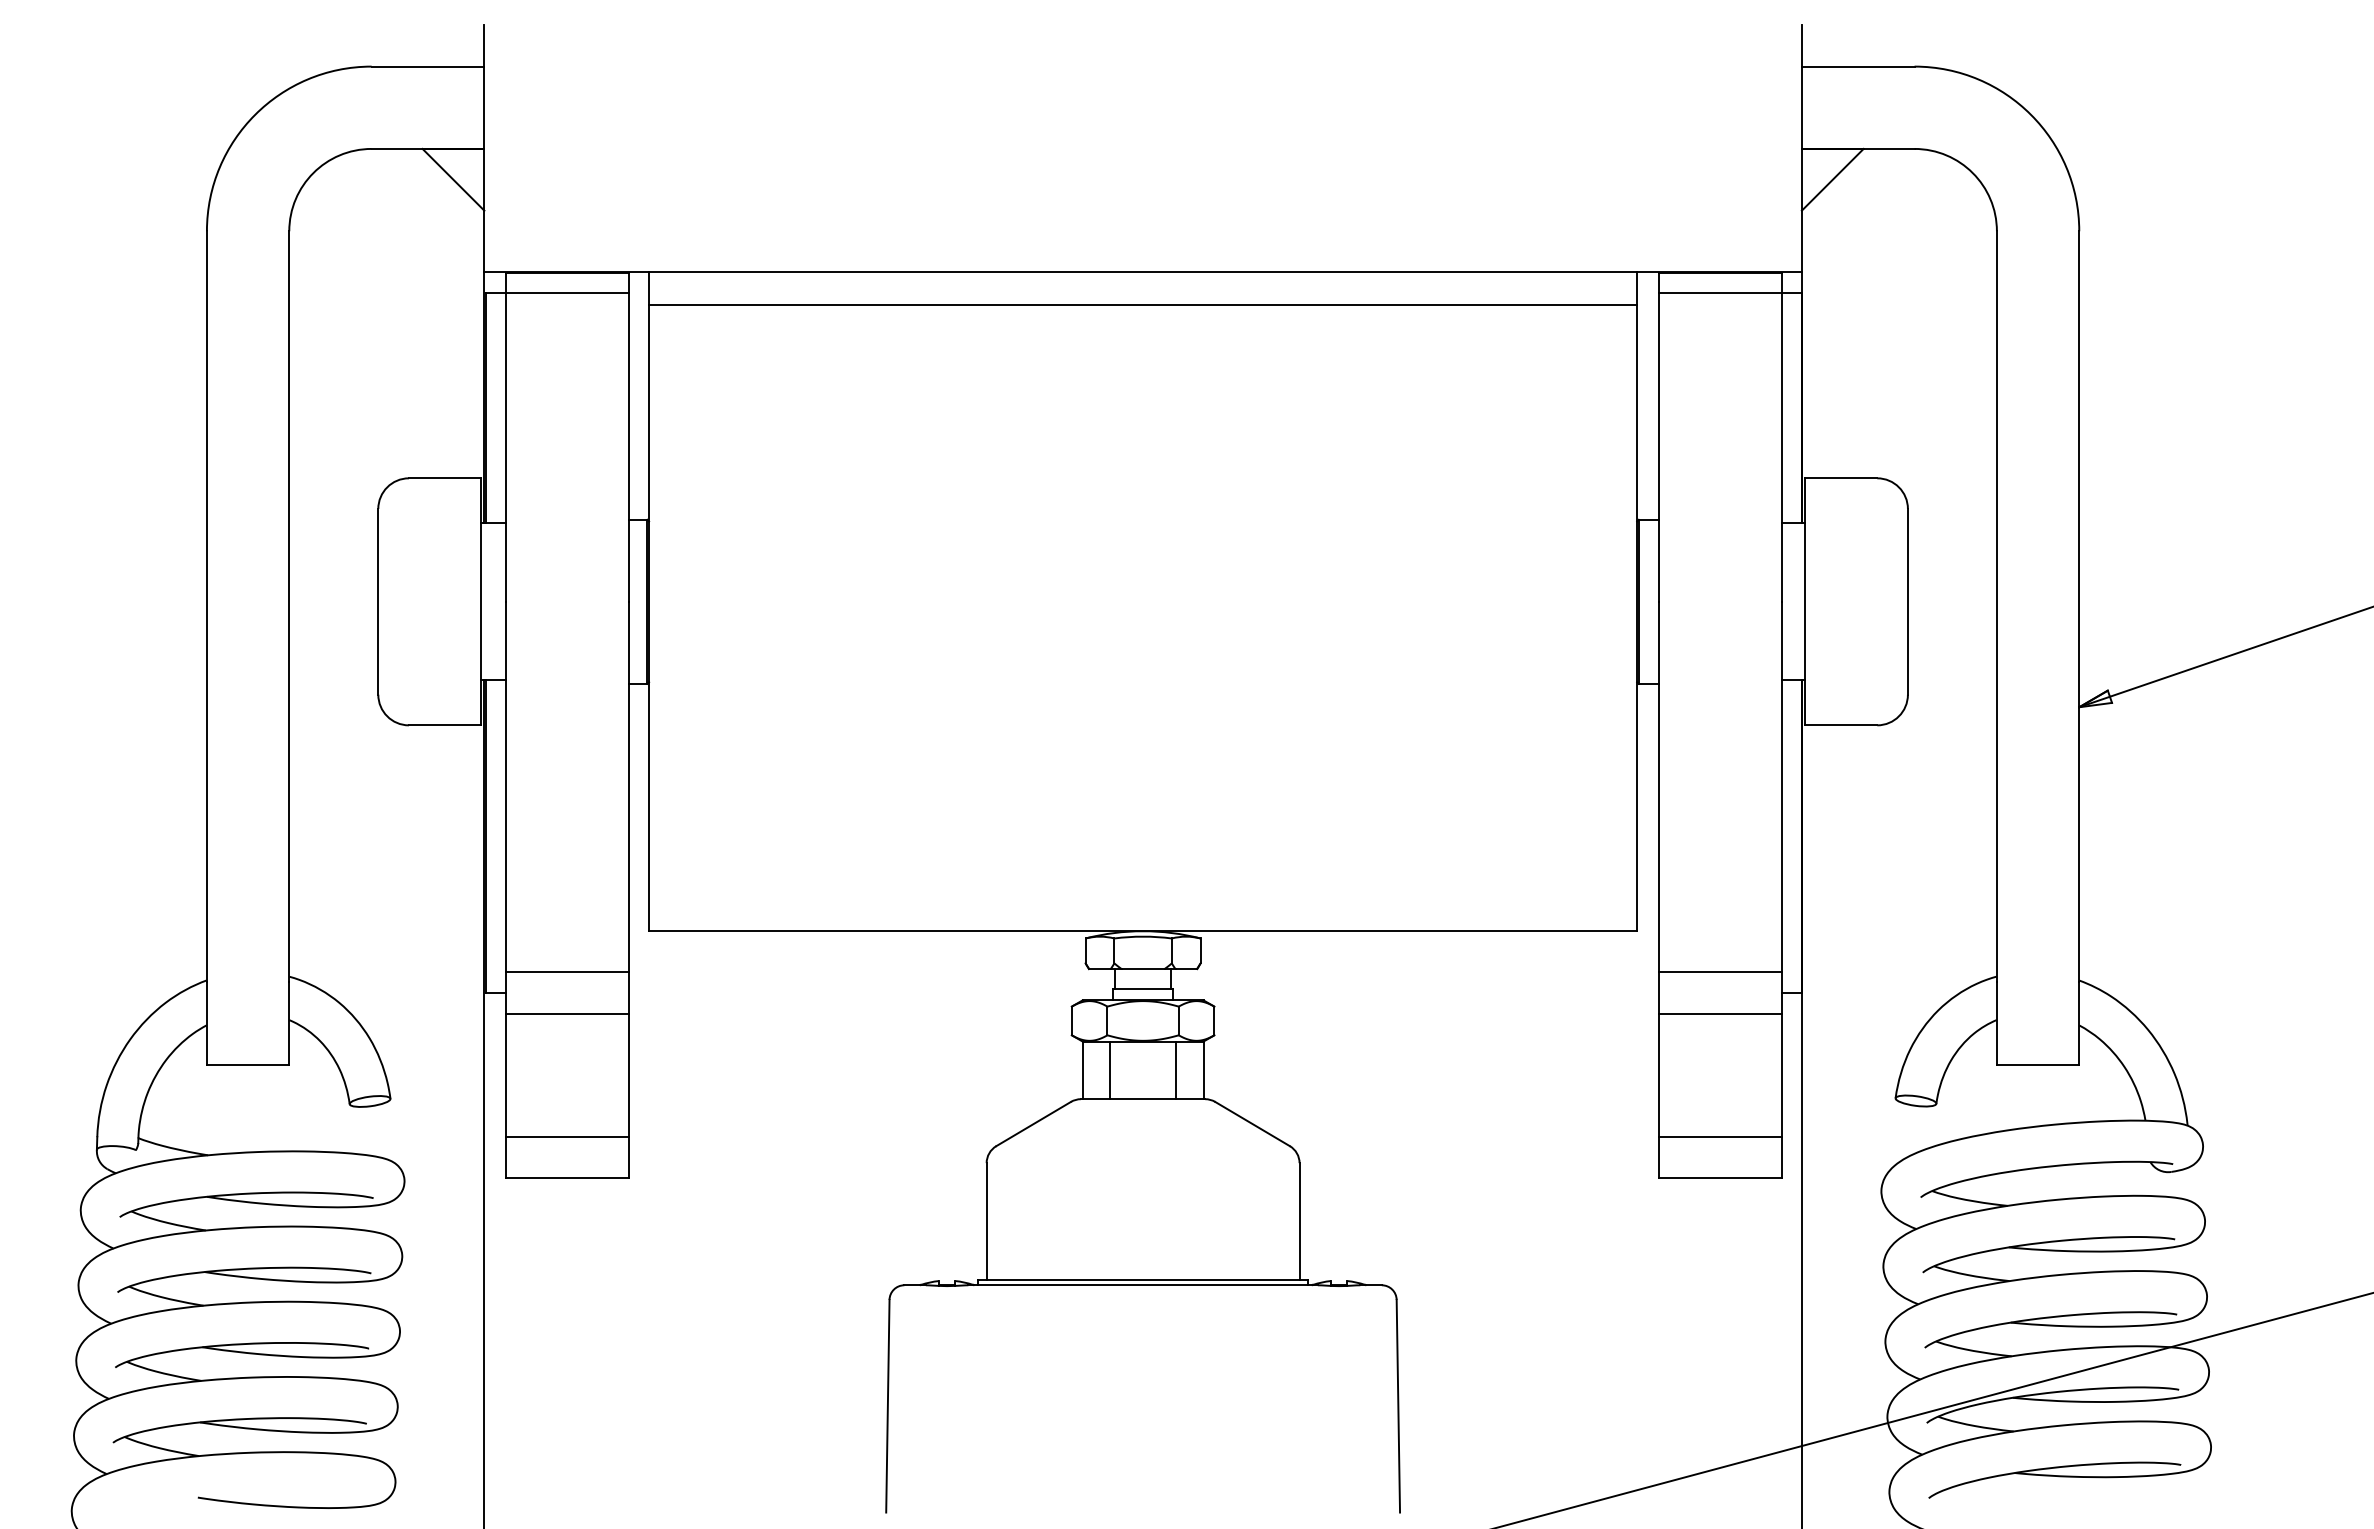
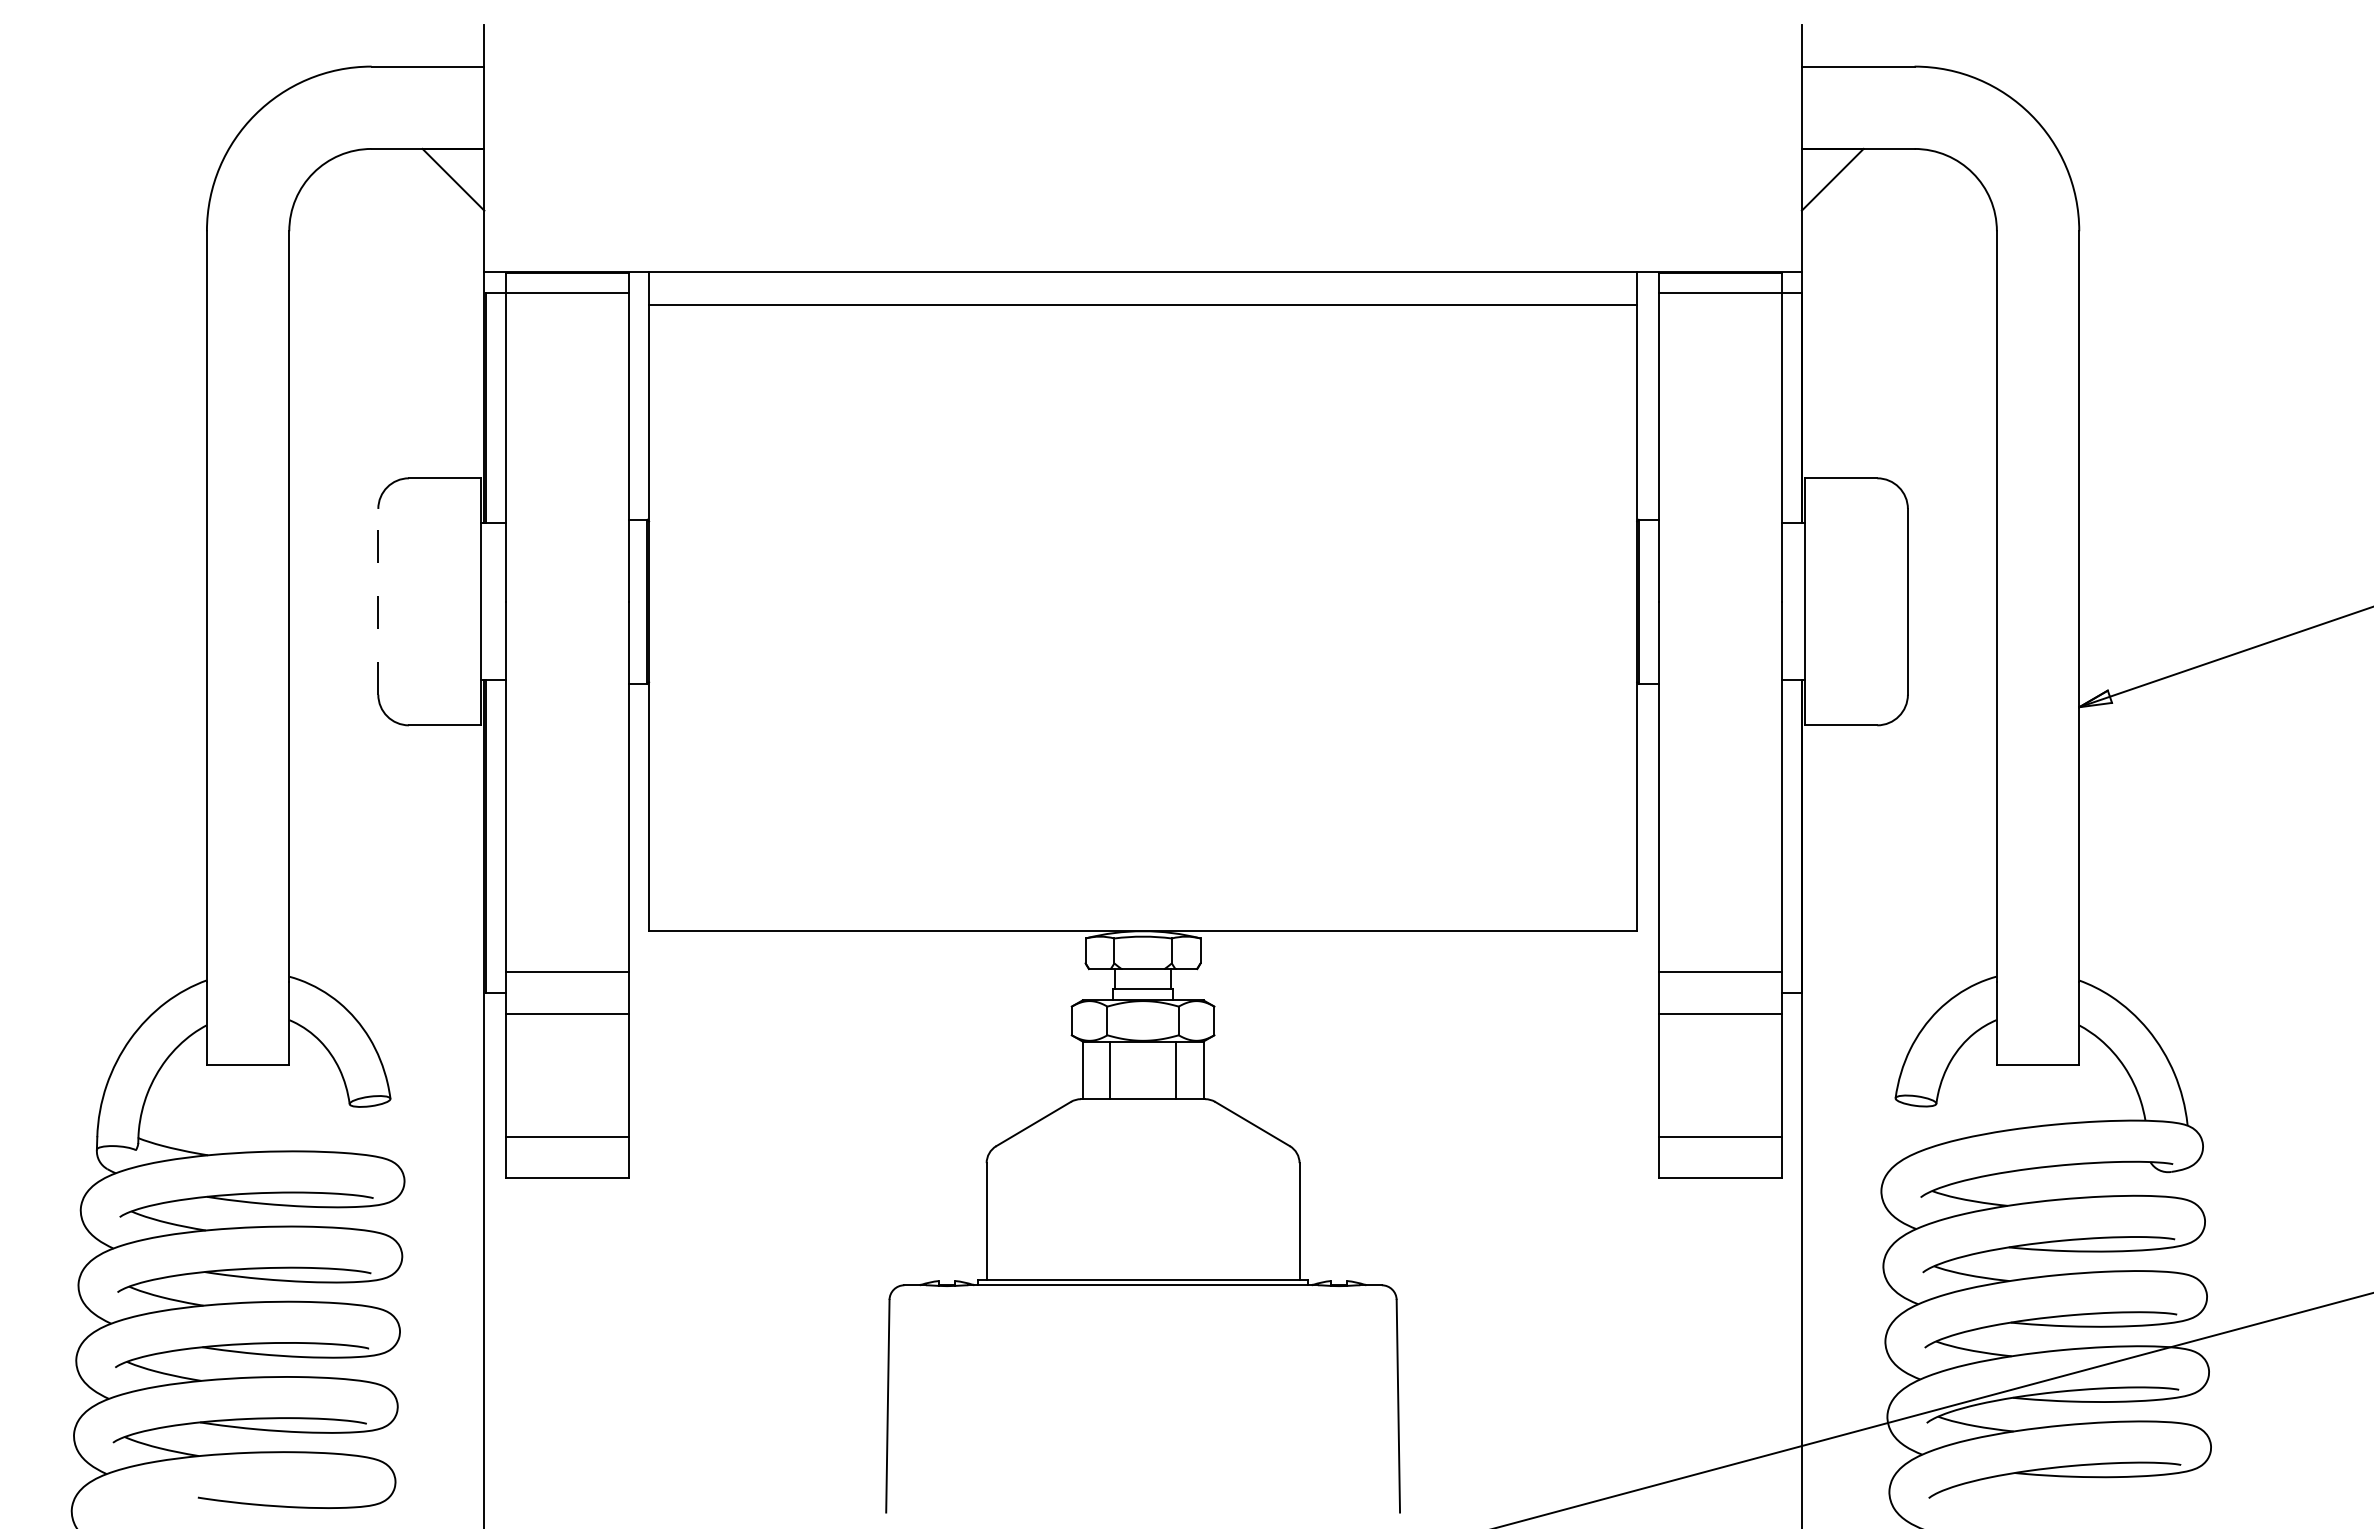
line at (378, 601): solid -> dashed
